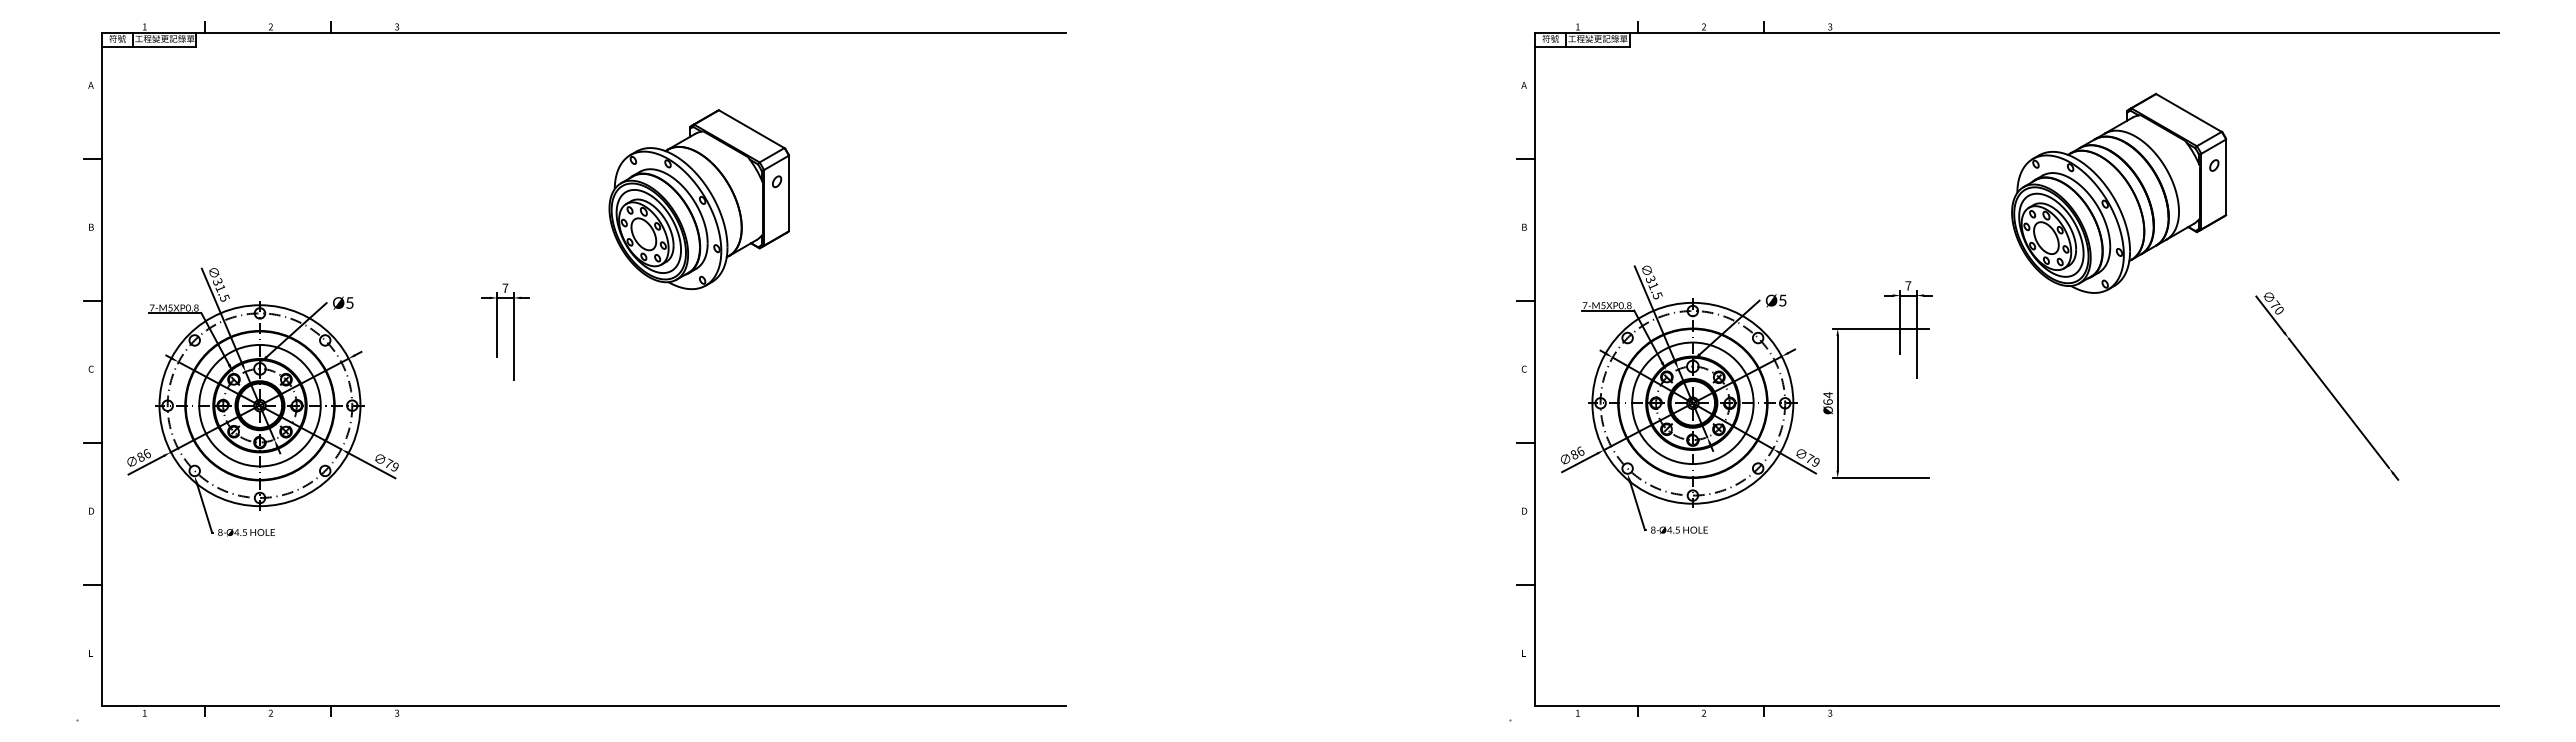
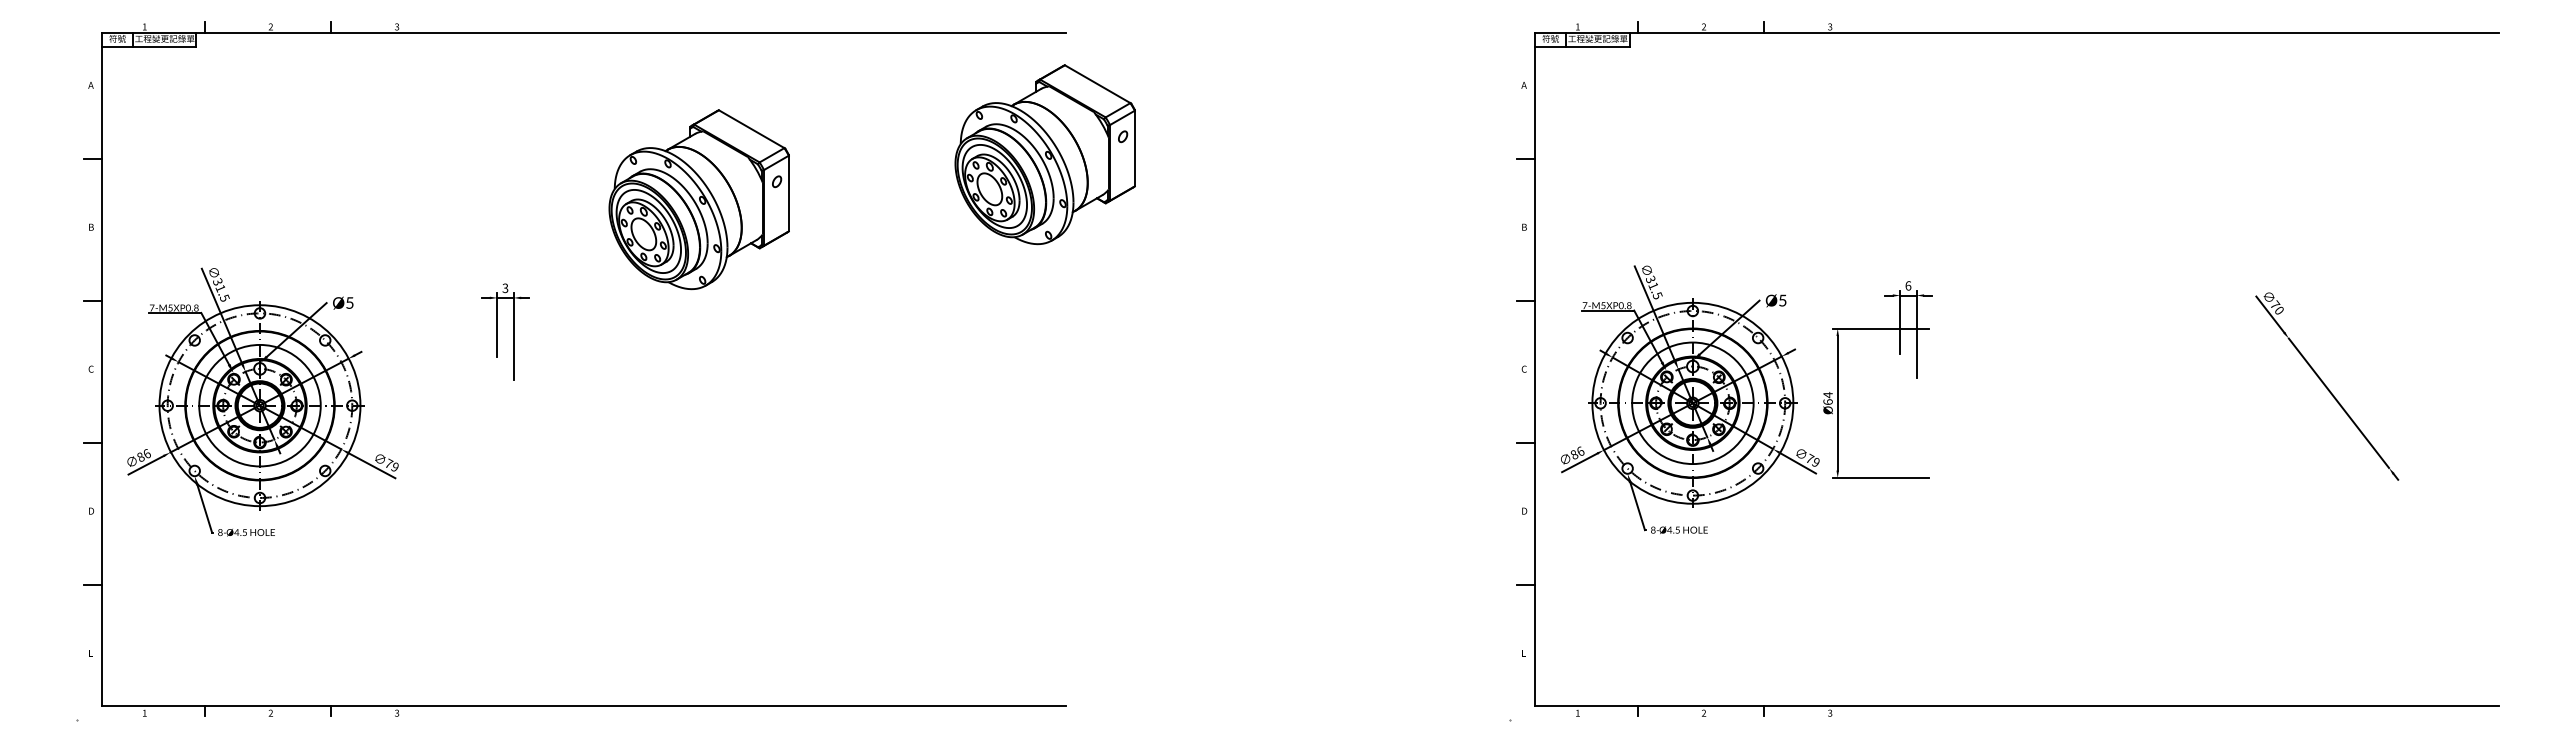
part at (1044, 154): none -> present
part at (2119, 193): present -> none
text at (1908, 285): 7 -> 6
text at (505, 288): 7 -> 3
